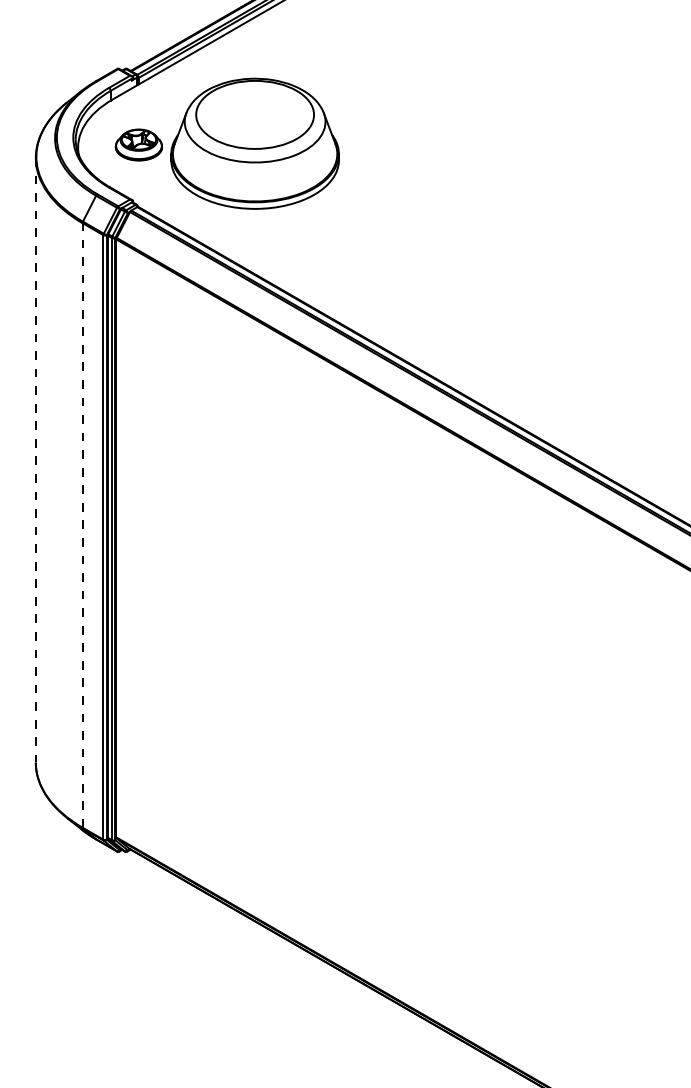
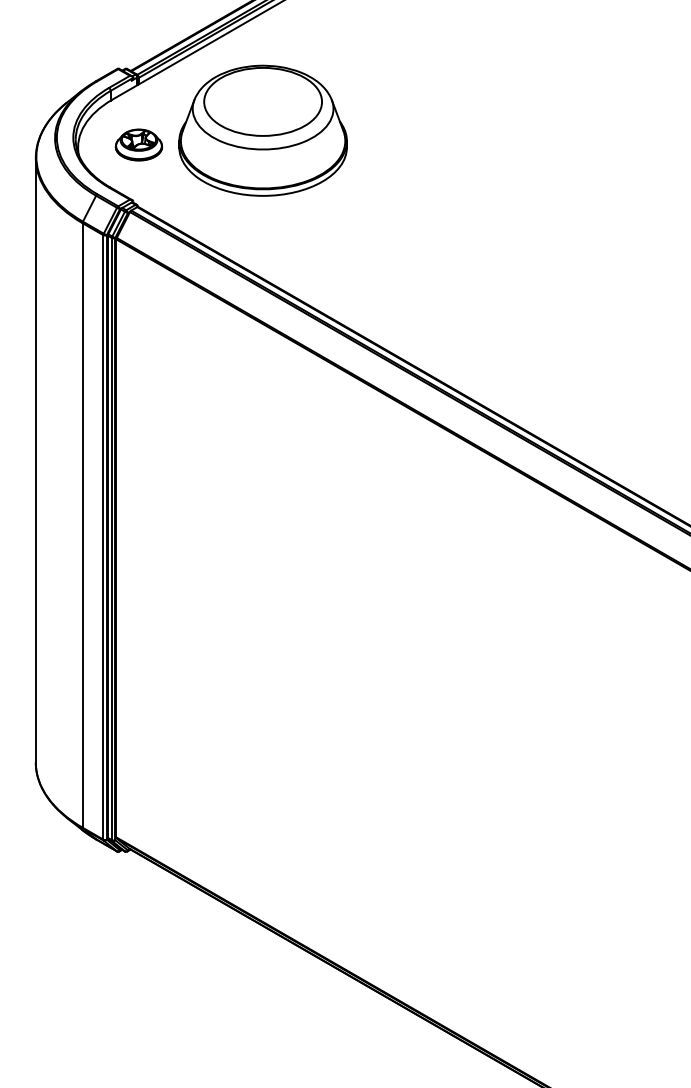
part at (254, 143) position: (254, 143) -> (262, 130)
line at (35, 460): dashed -> solid
line at (82, 524): dashed -> solid
